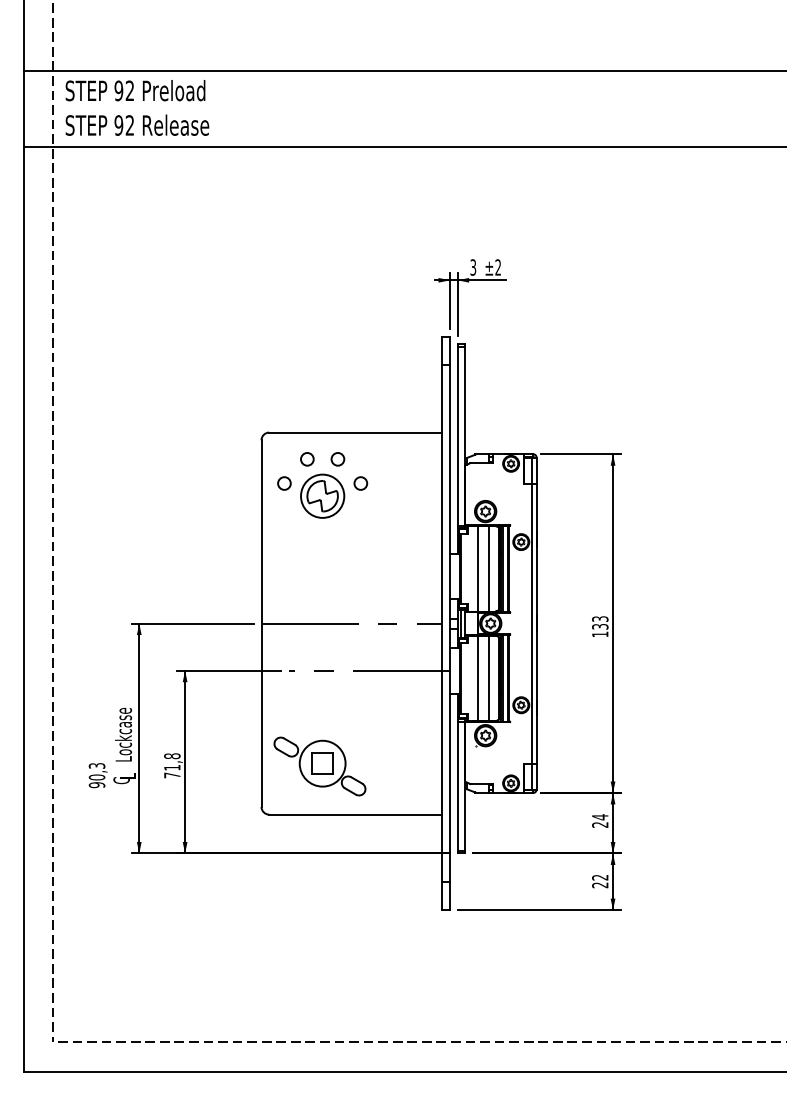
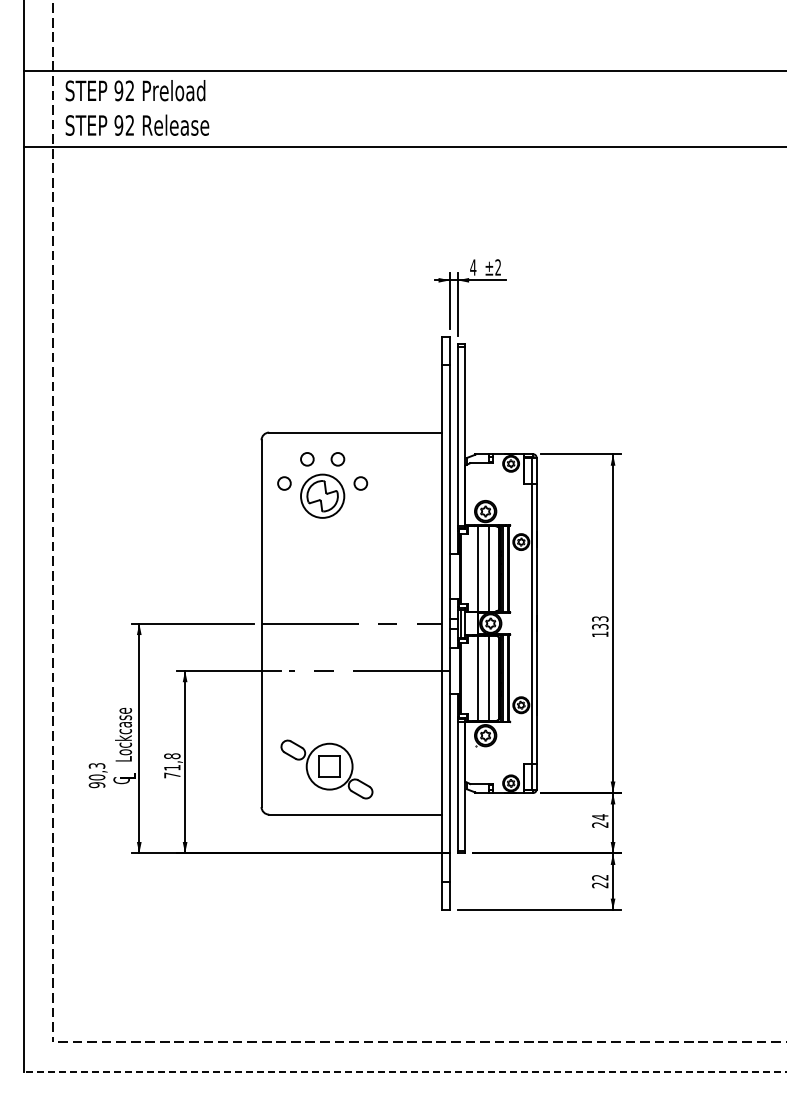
text at (473, 267): 3 -> 4
part at (319, 766) position: (319, 766) -> (326, 769)
line at (404, 1071): solid -> dashed
